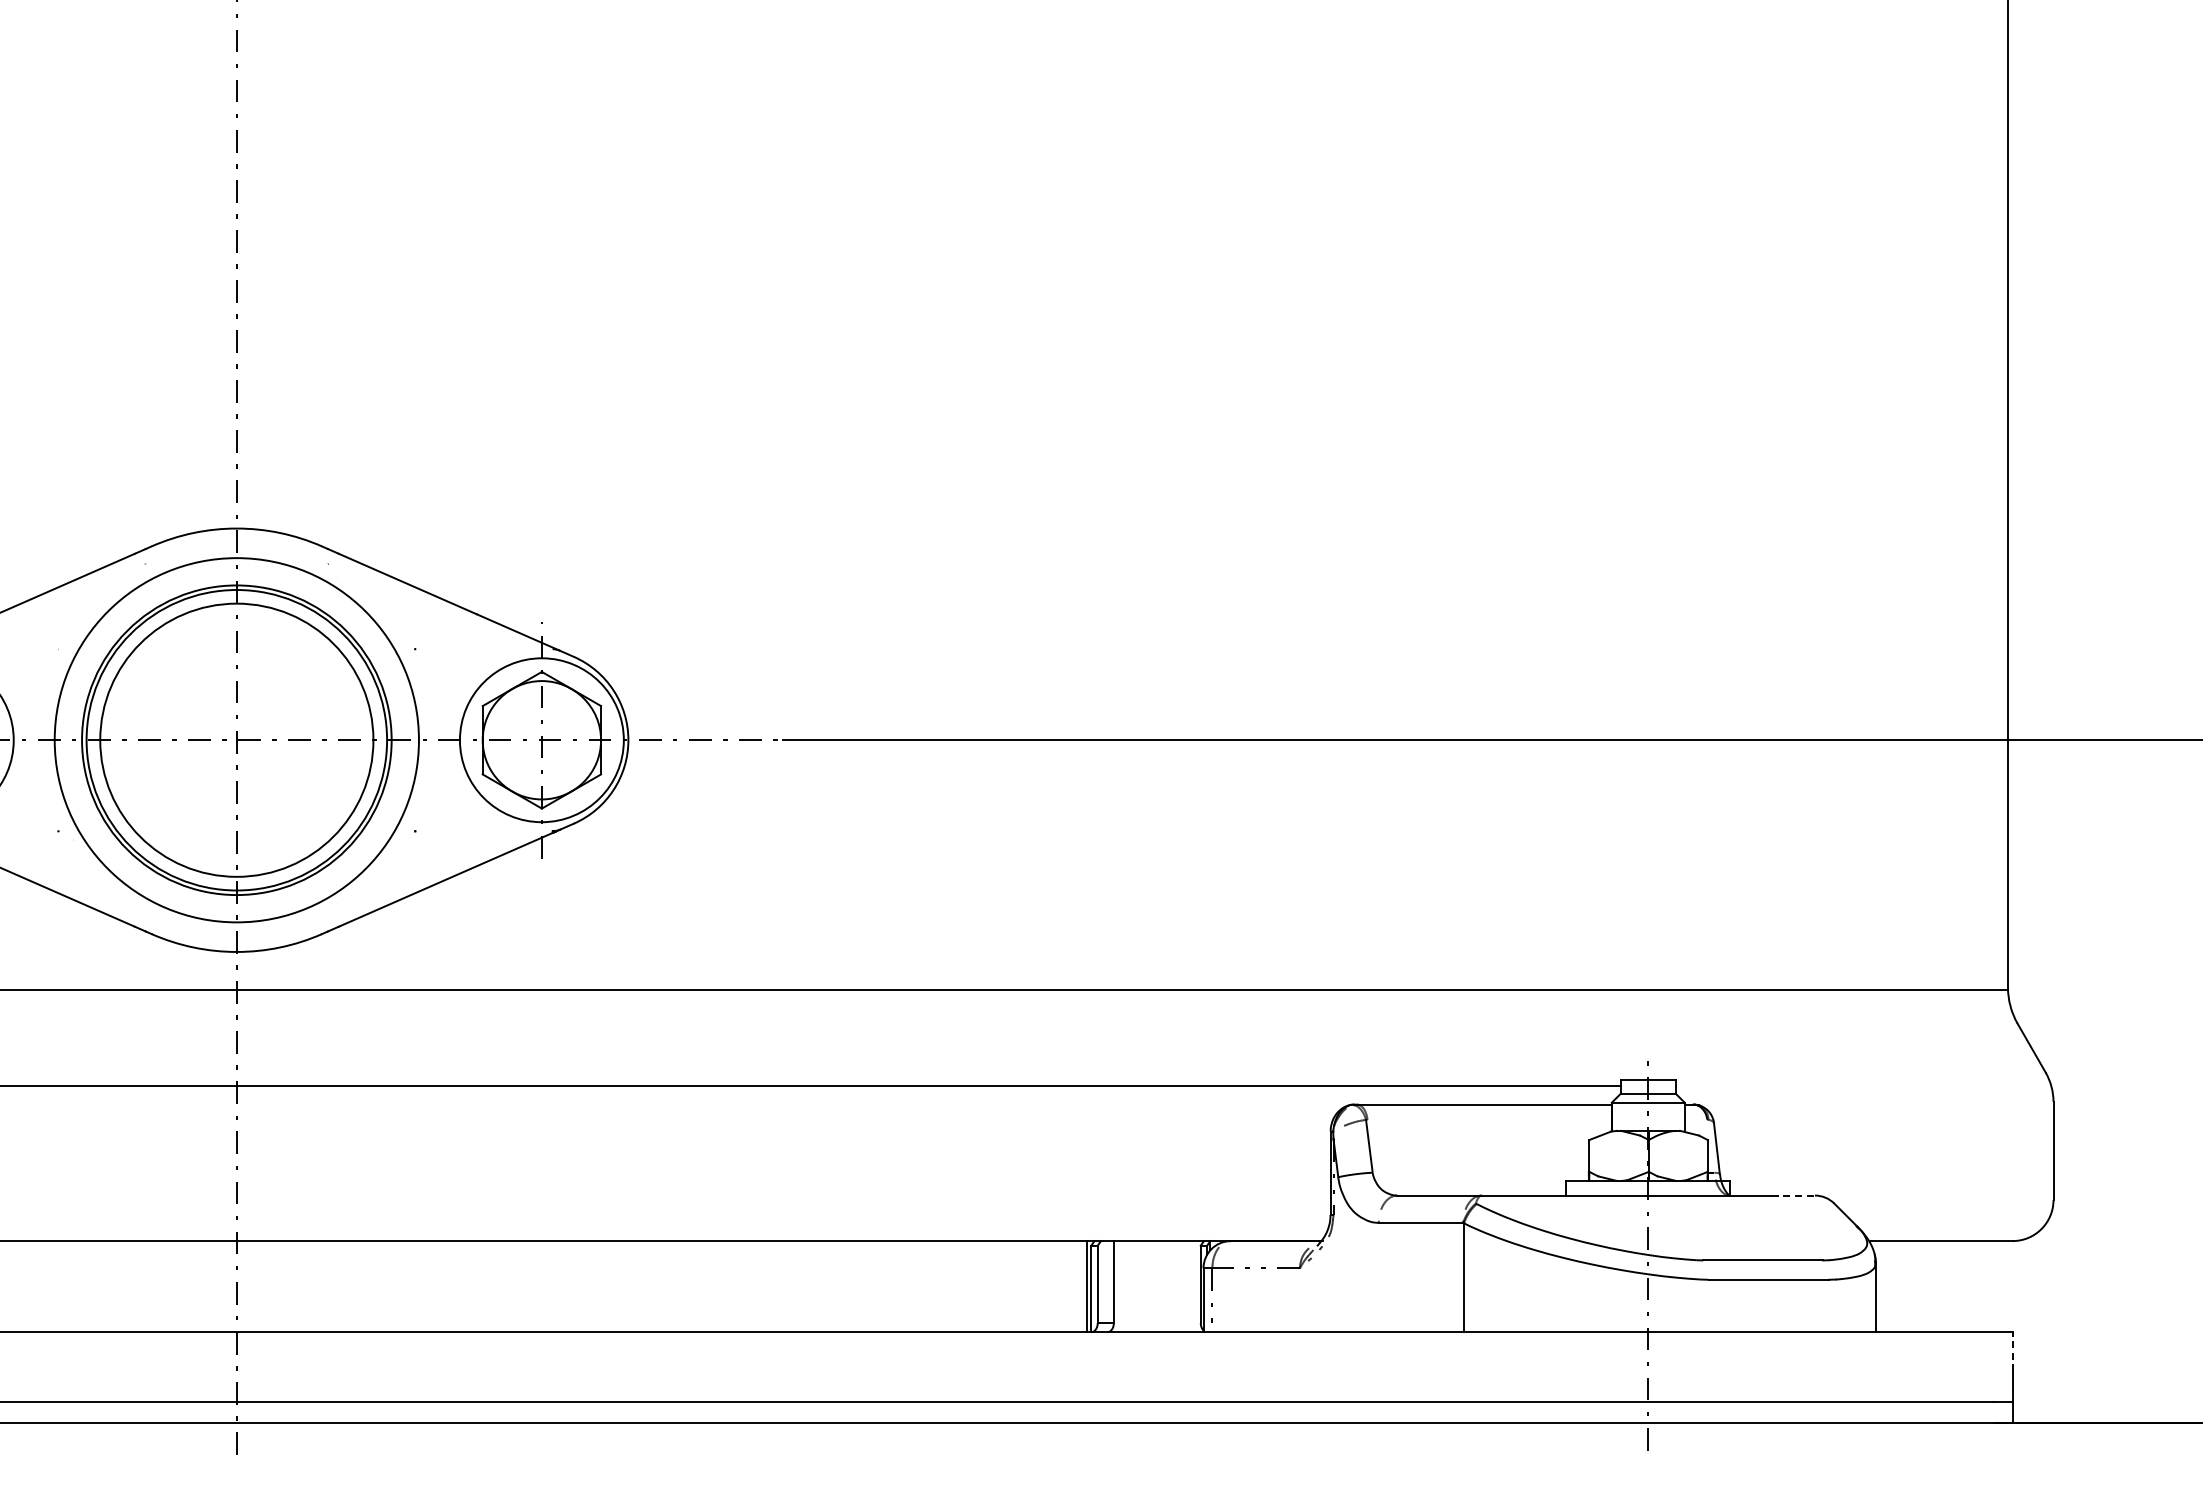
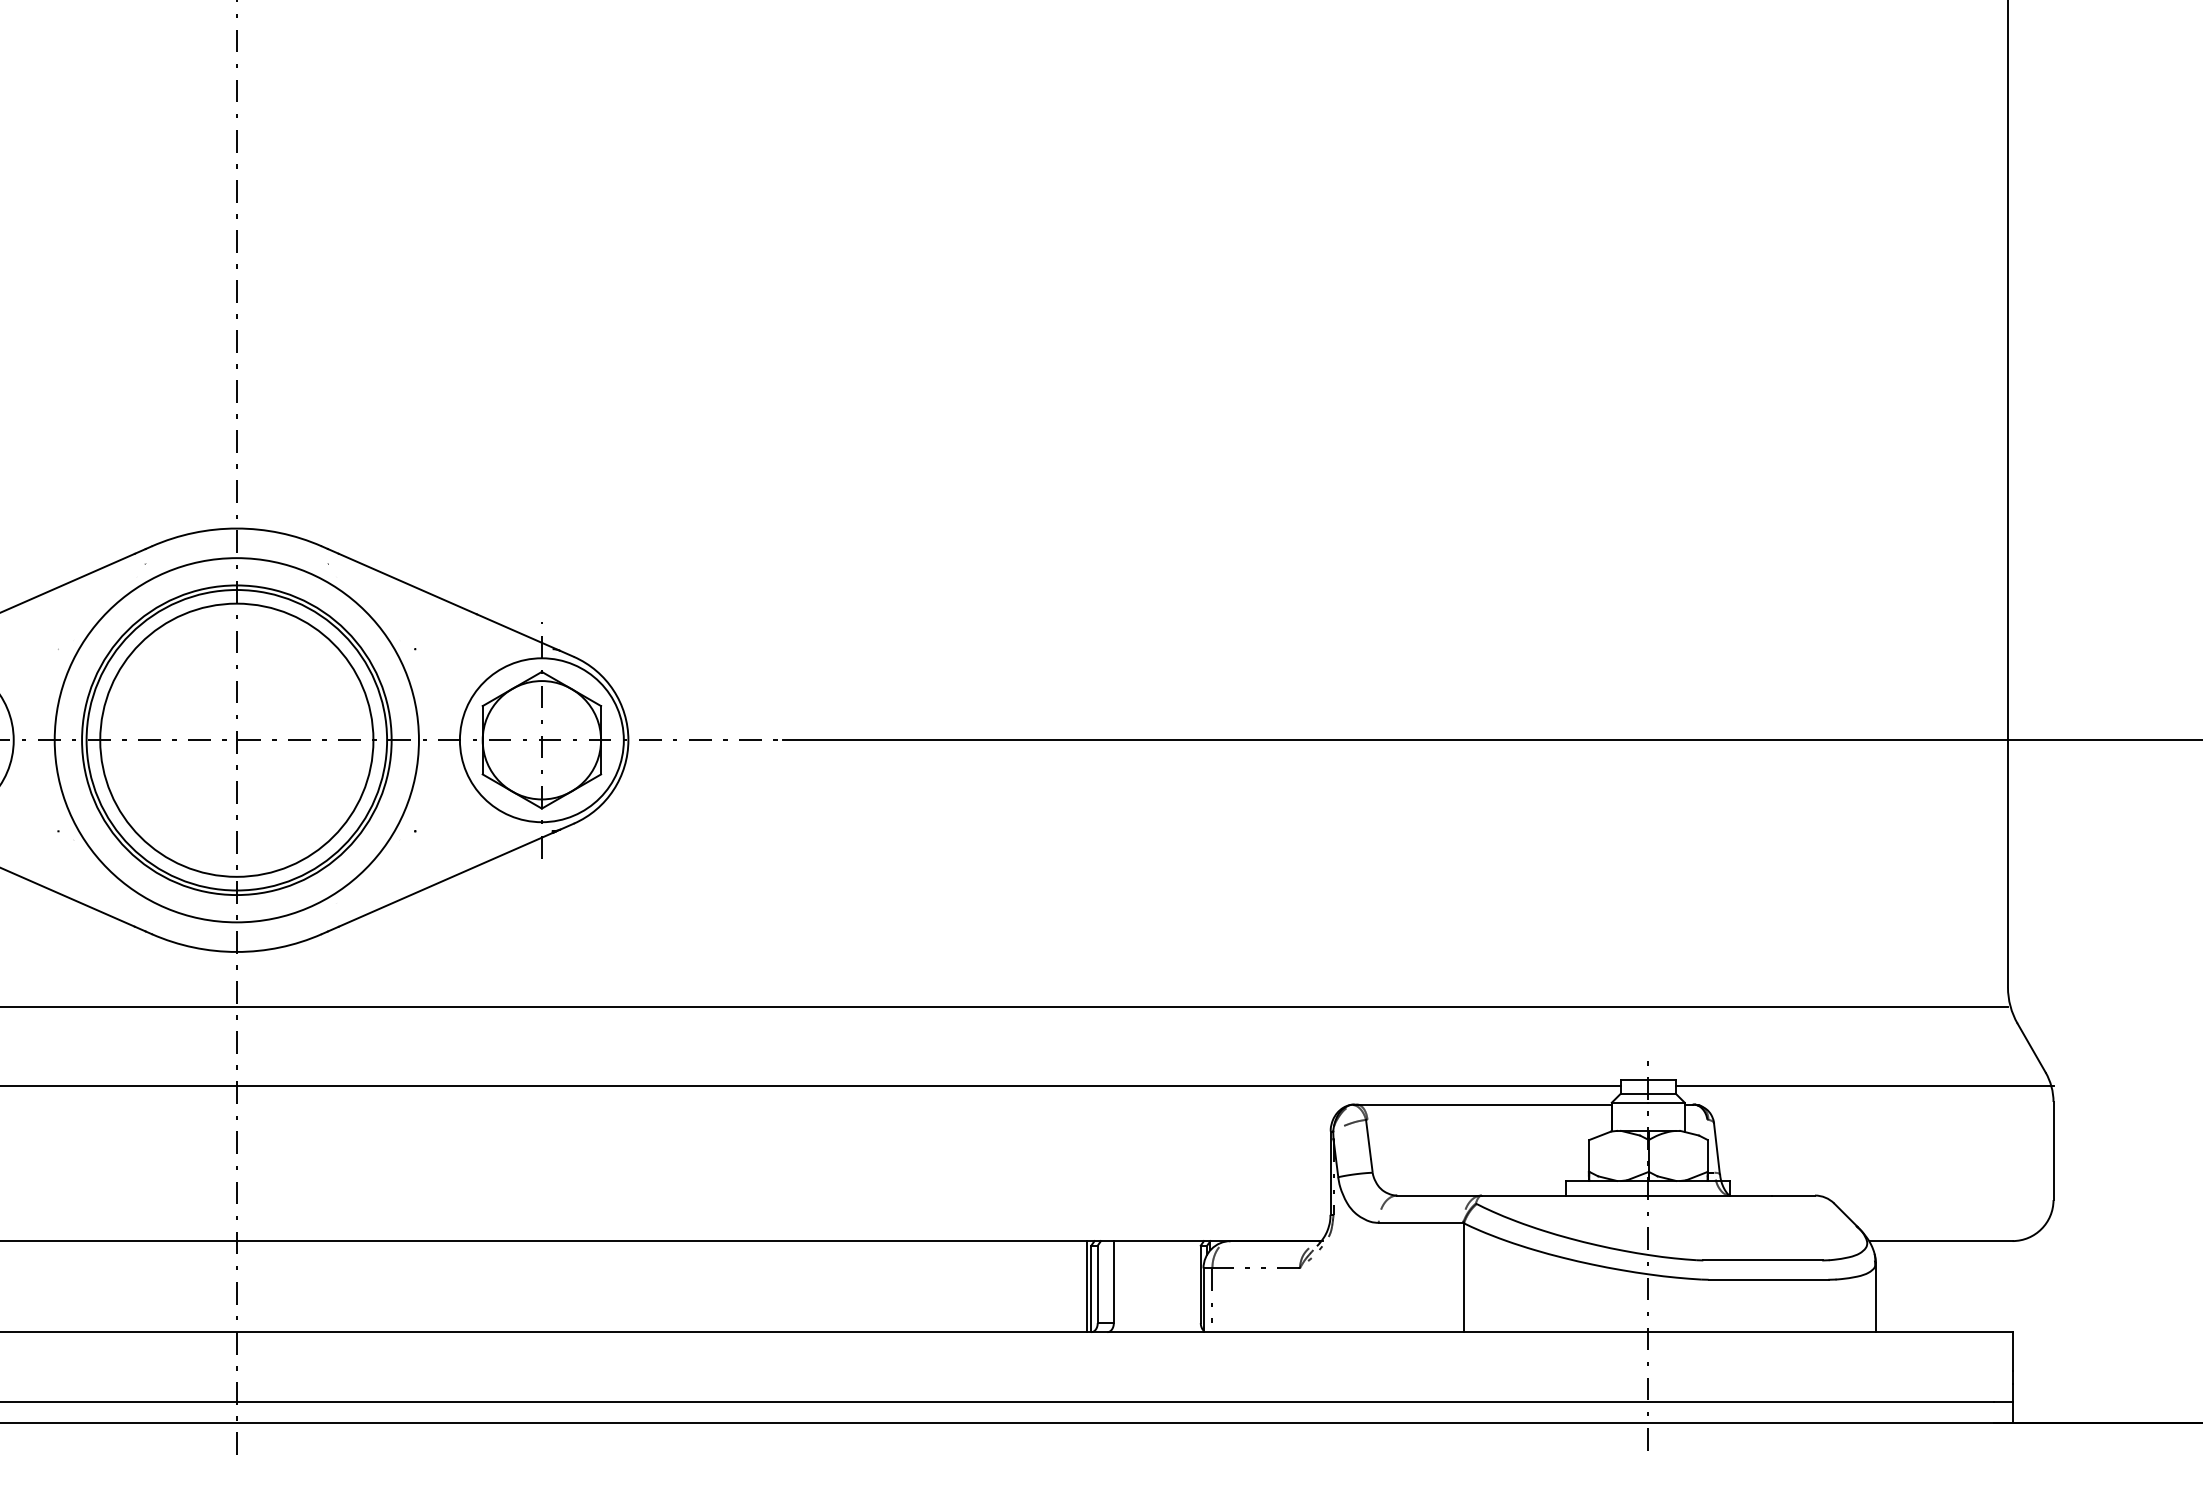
line at (1004, 989) position: (1004, 989) -> (1004, 1006)
line at (1864, 1086): none -> present
line at (1793, 1195): dashed -> solid
line at (2012, 1351): dashed -> solid
